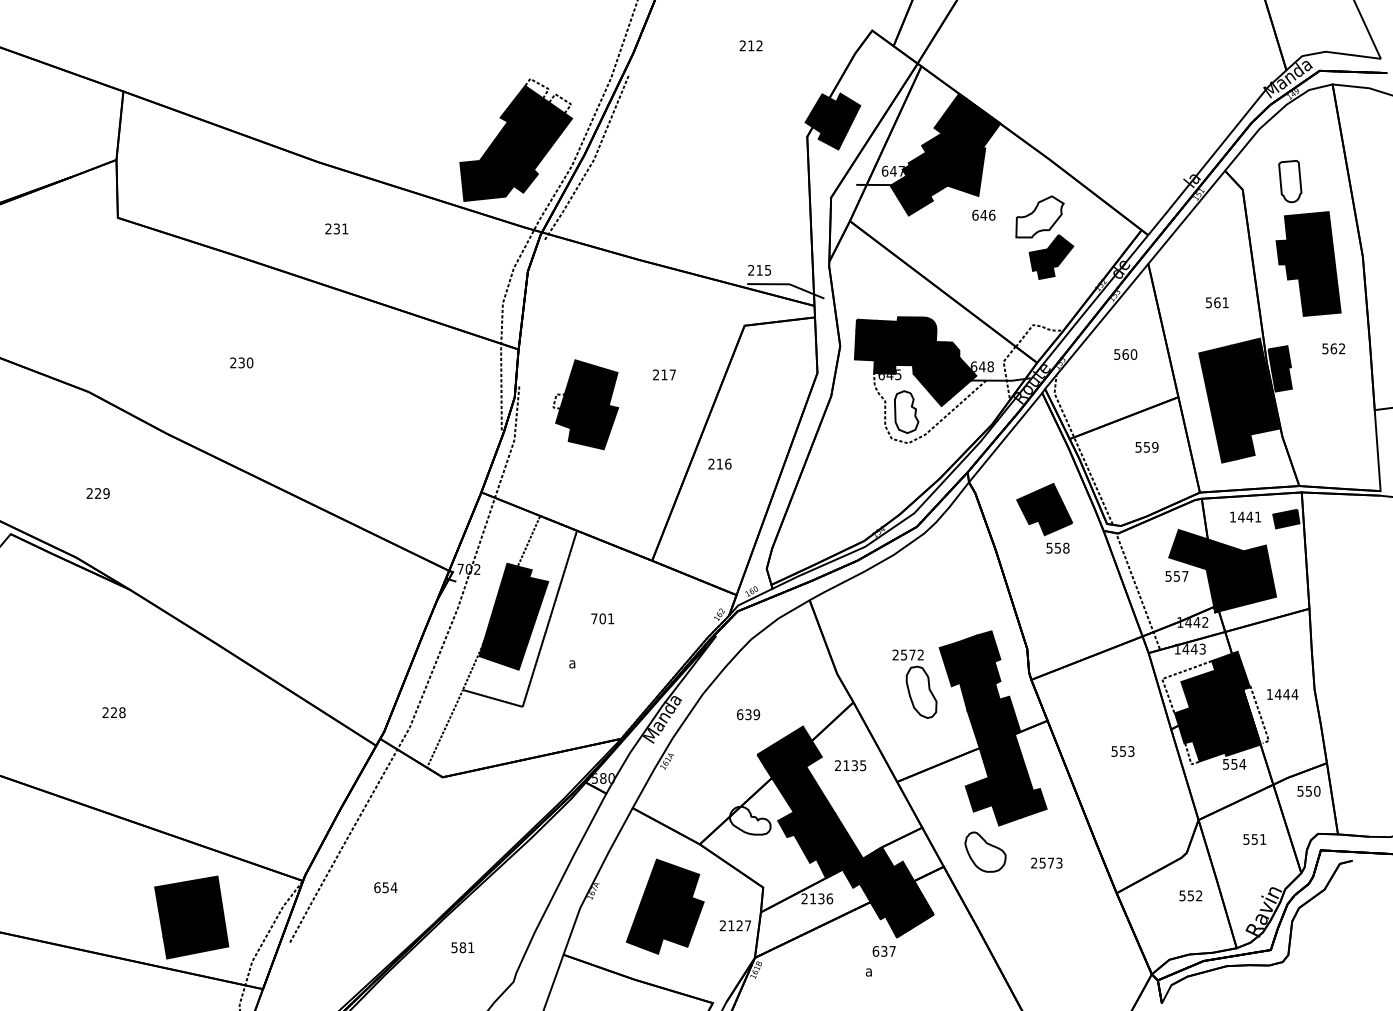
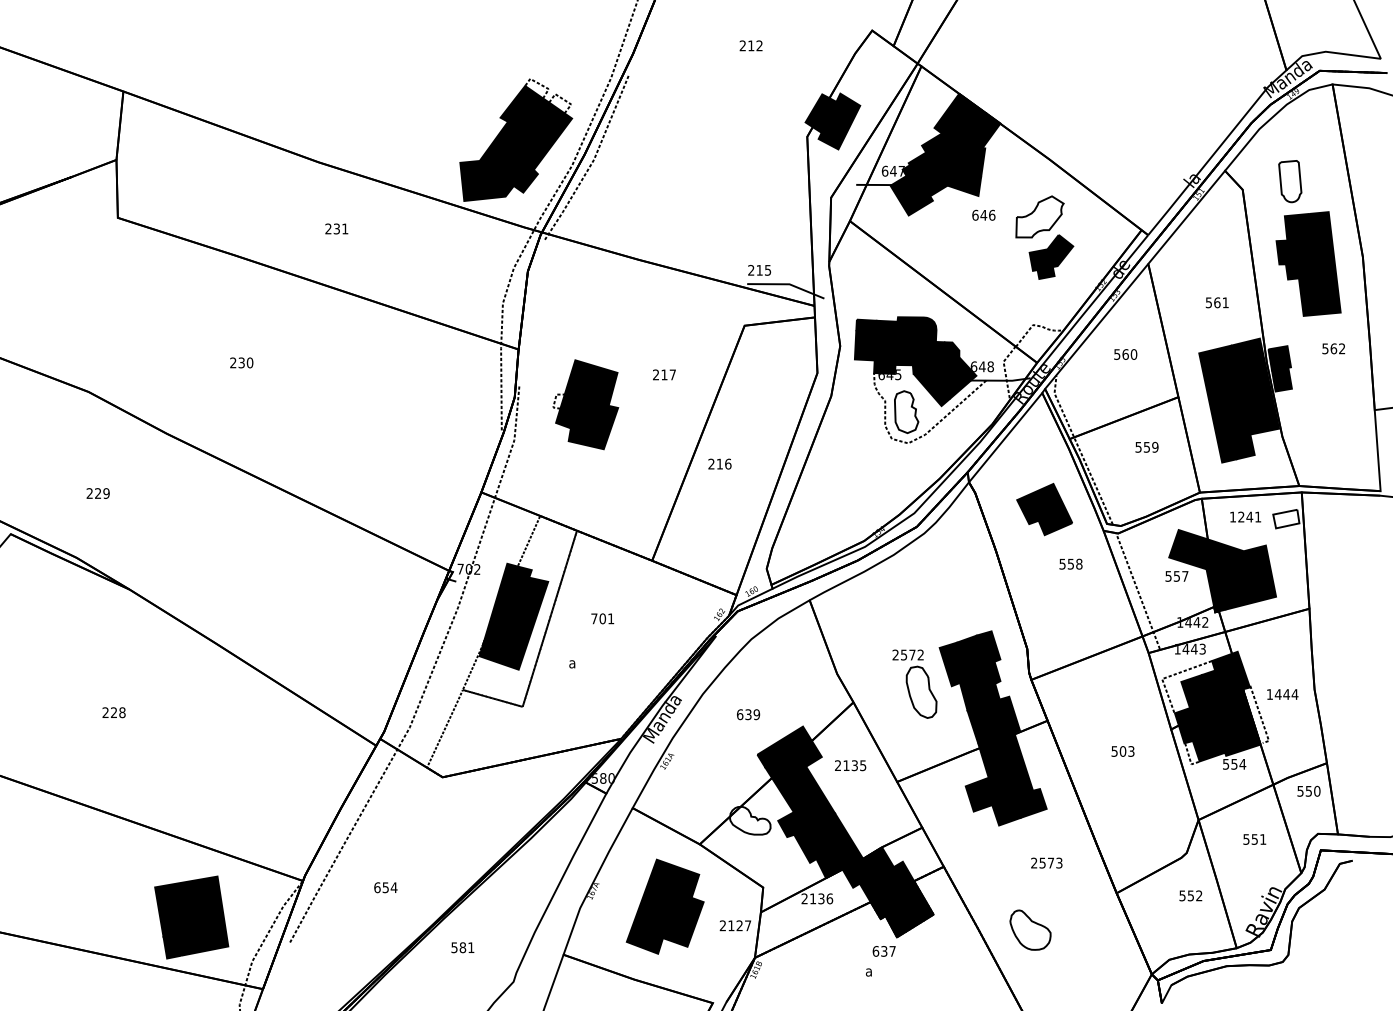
text at (1240, 516): 1441 -> 1241
fill at (1286, 518): present -> none
text at (1057, 547) position: (1057, 547) -> (1070, 563)
text at (1122, 751): 553 -> 503
part at (985, 851) position: (985, 851) -> (1030, 929)
